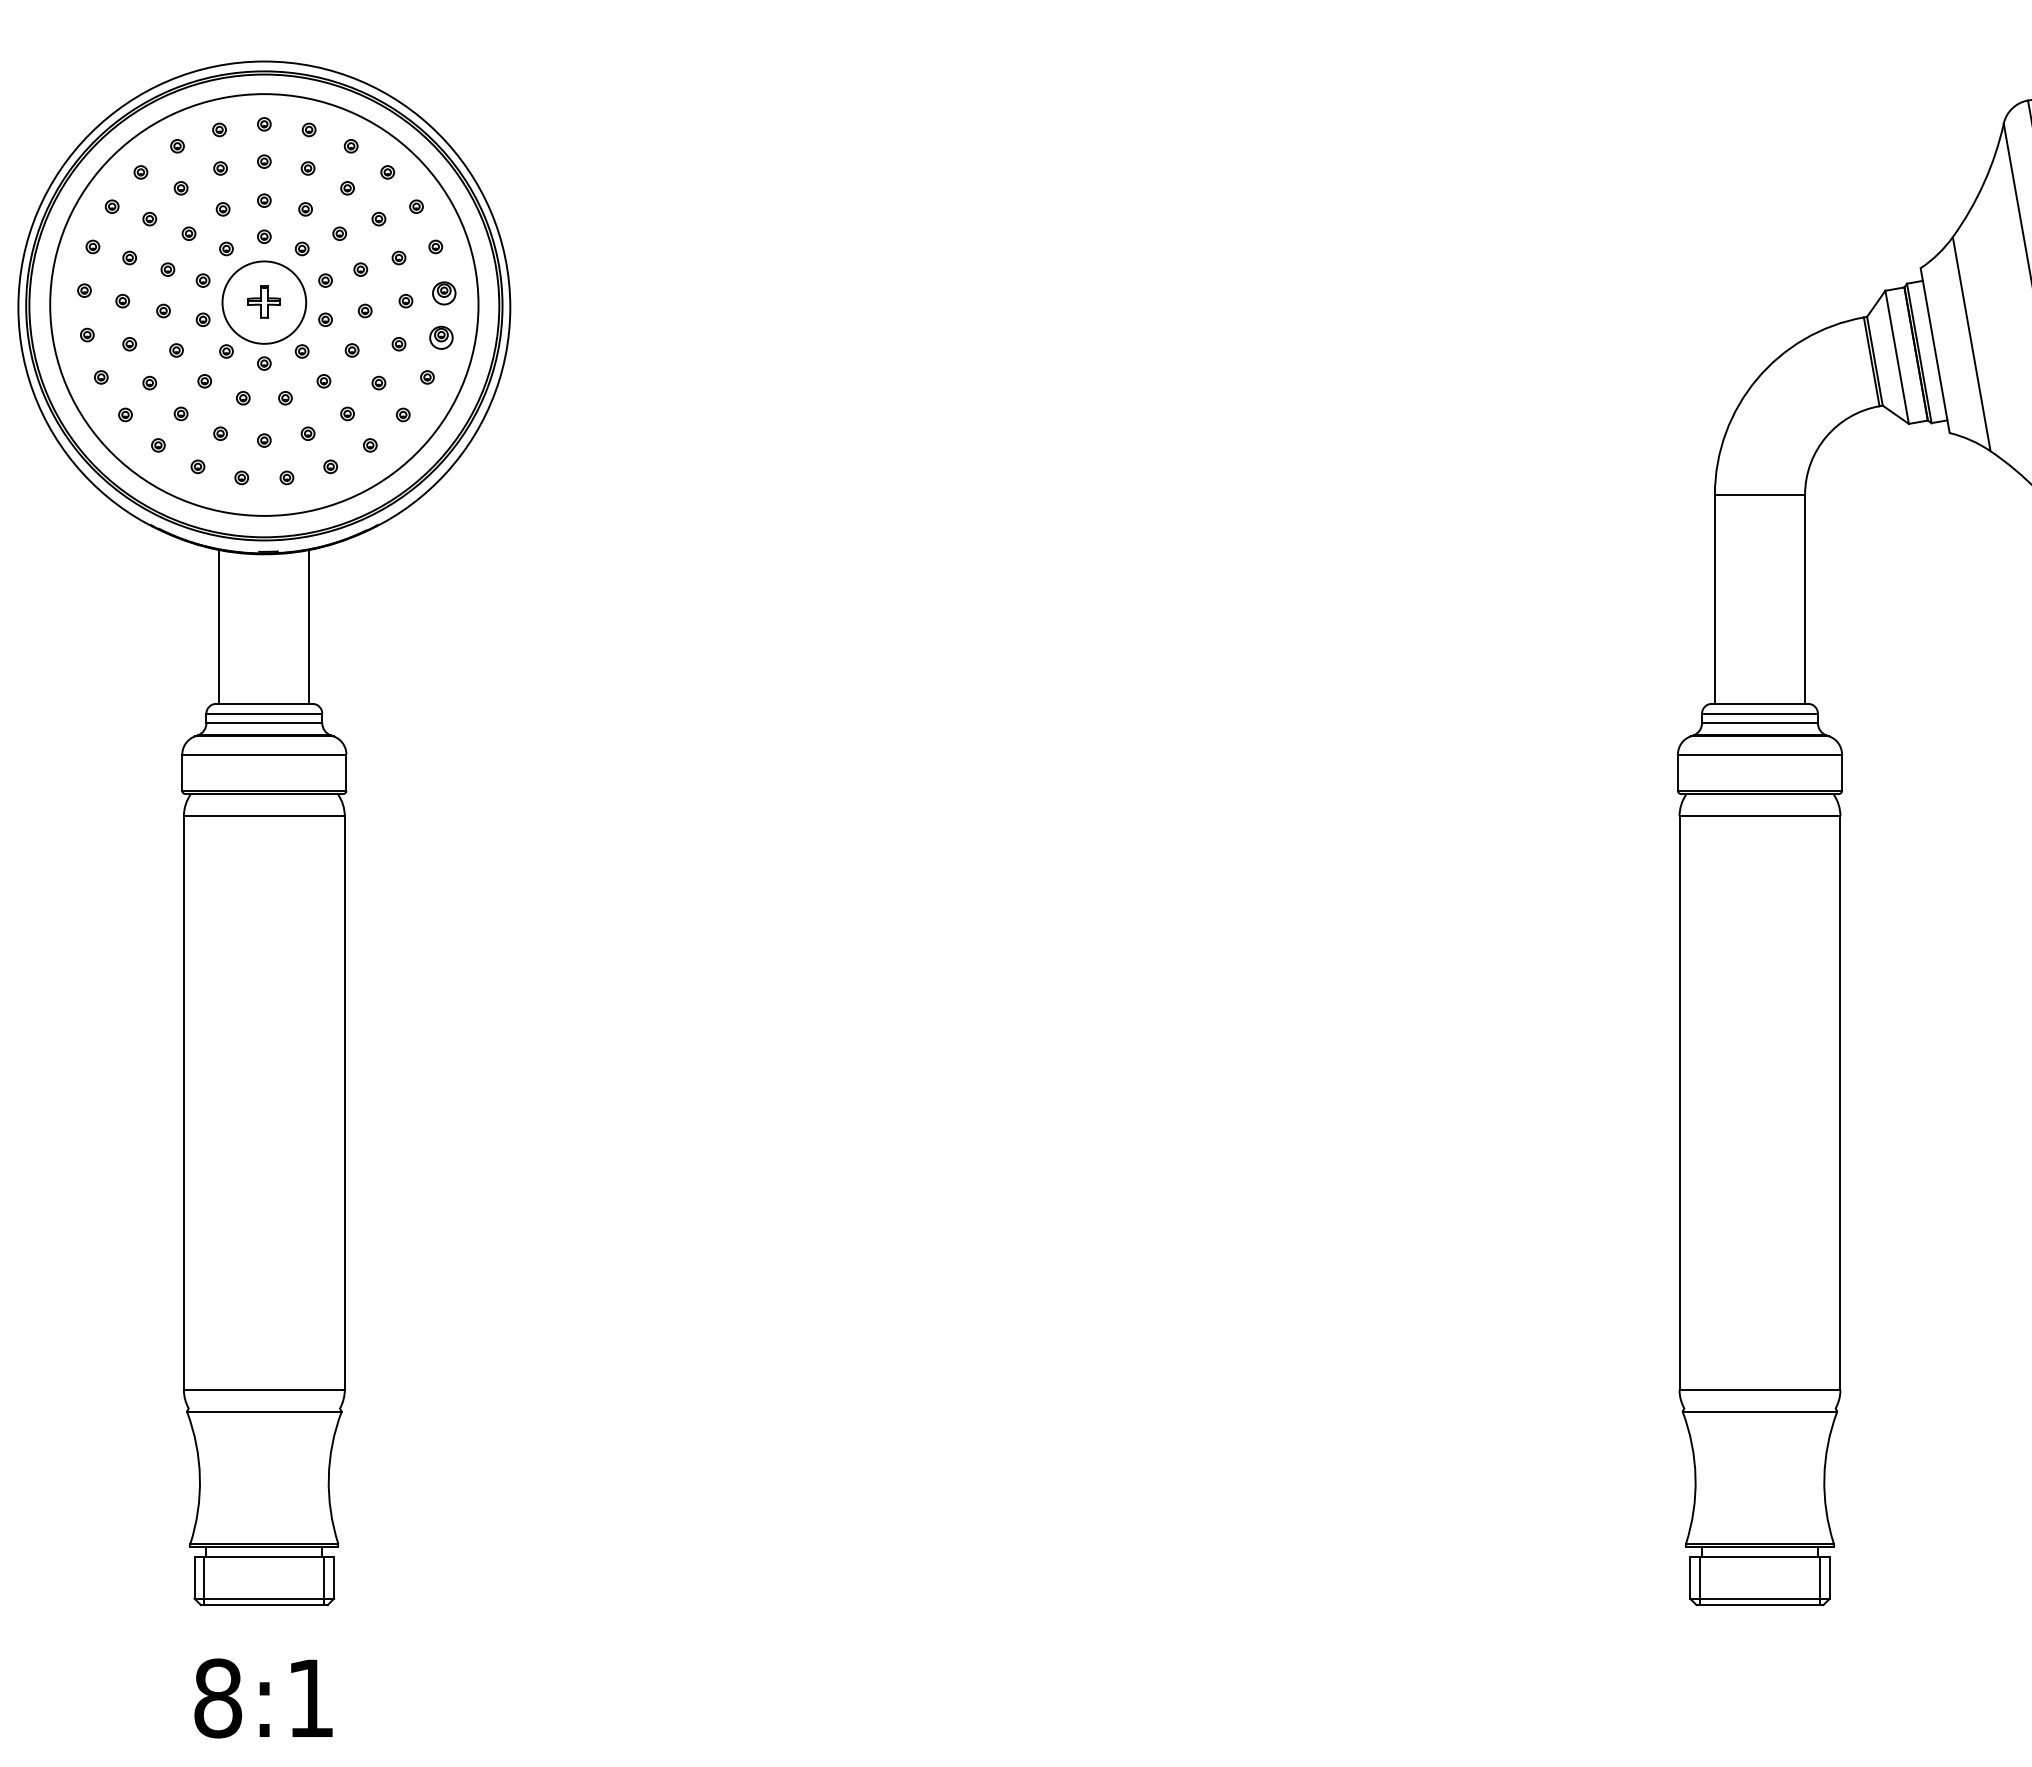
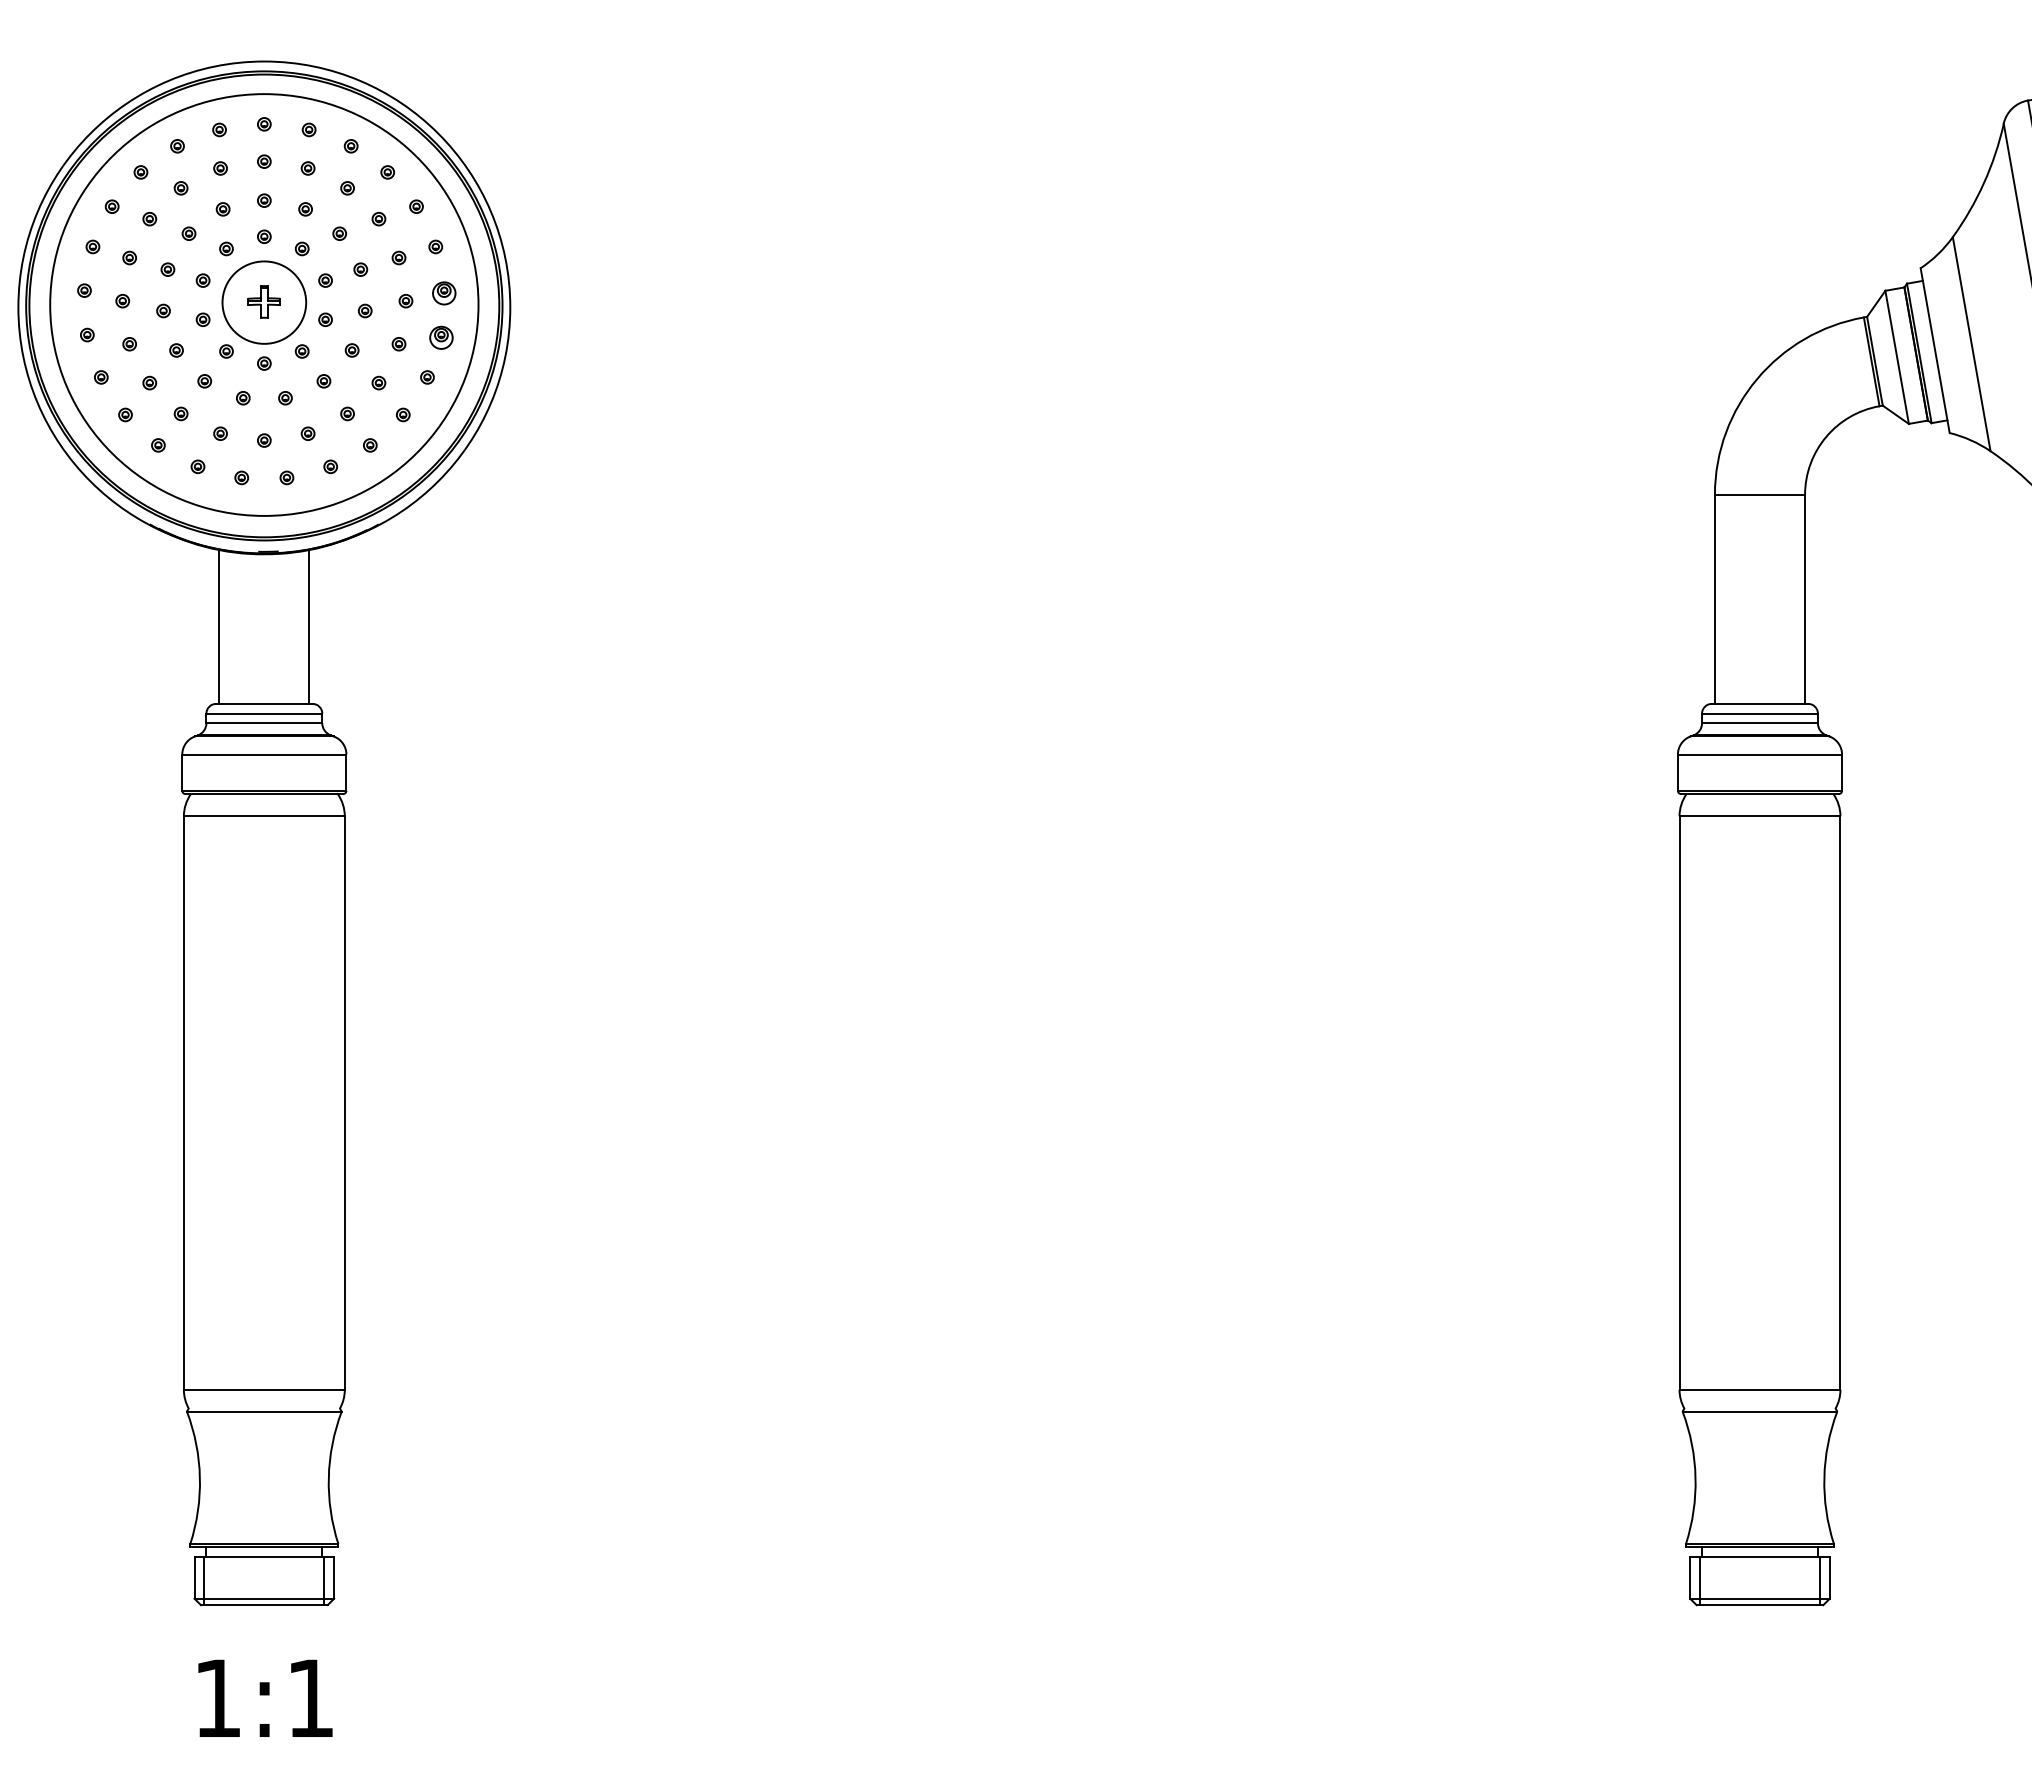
text at (218, 1698): 8:1 -> 1:1
